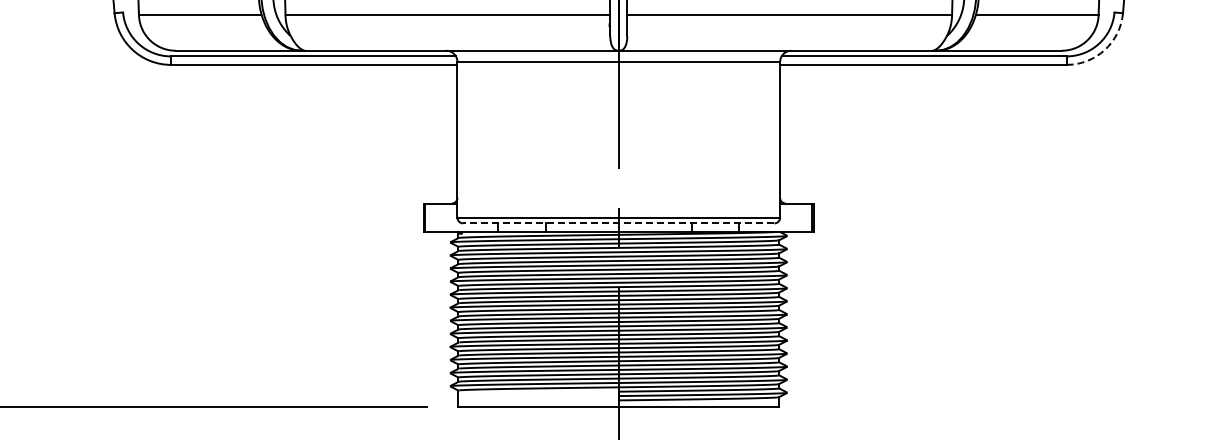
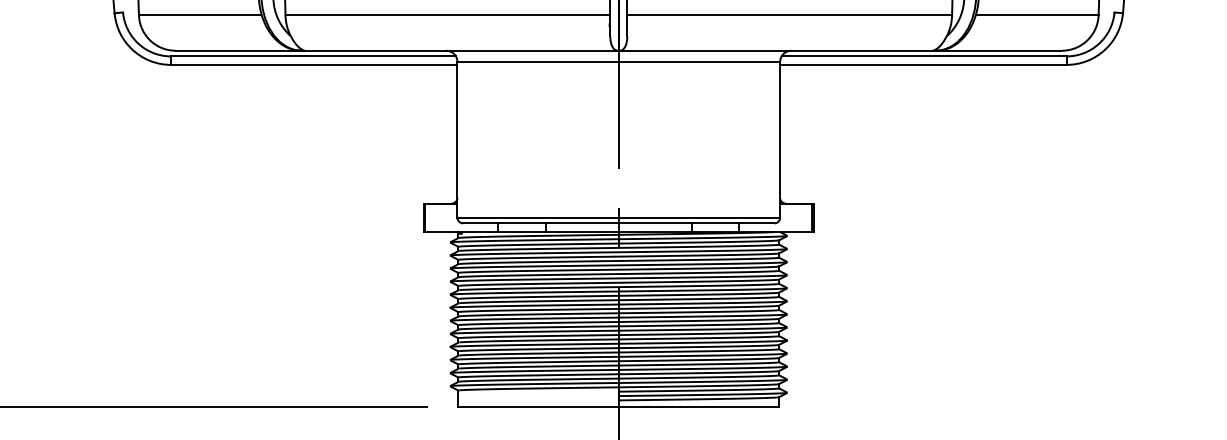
arc at (1104, 50): dashed -> solid
line at (618, 223): dashed -> solid
